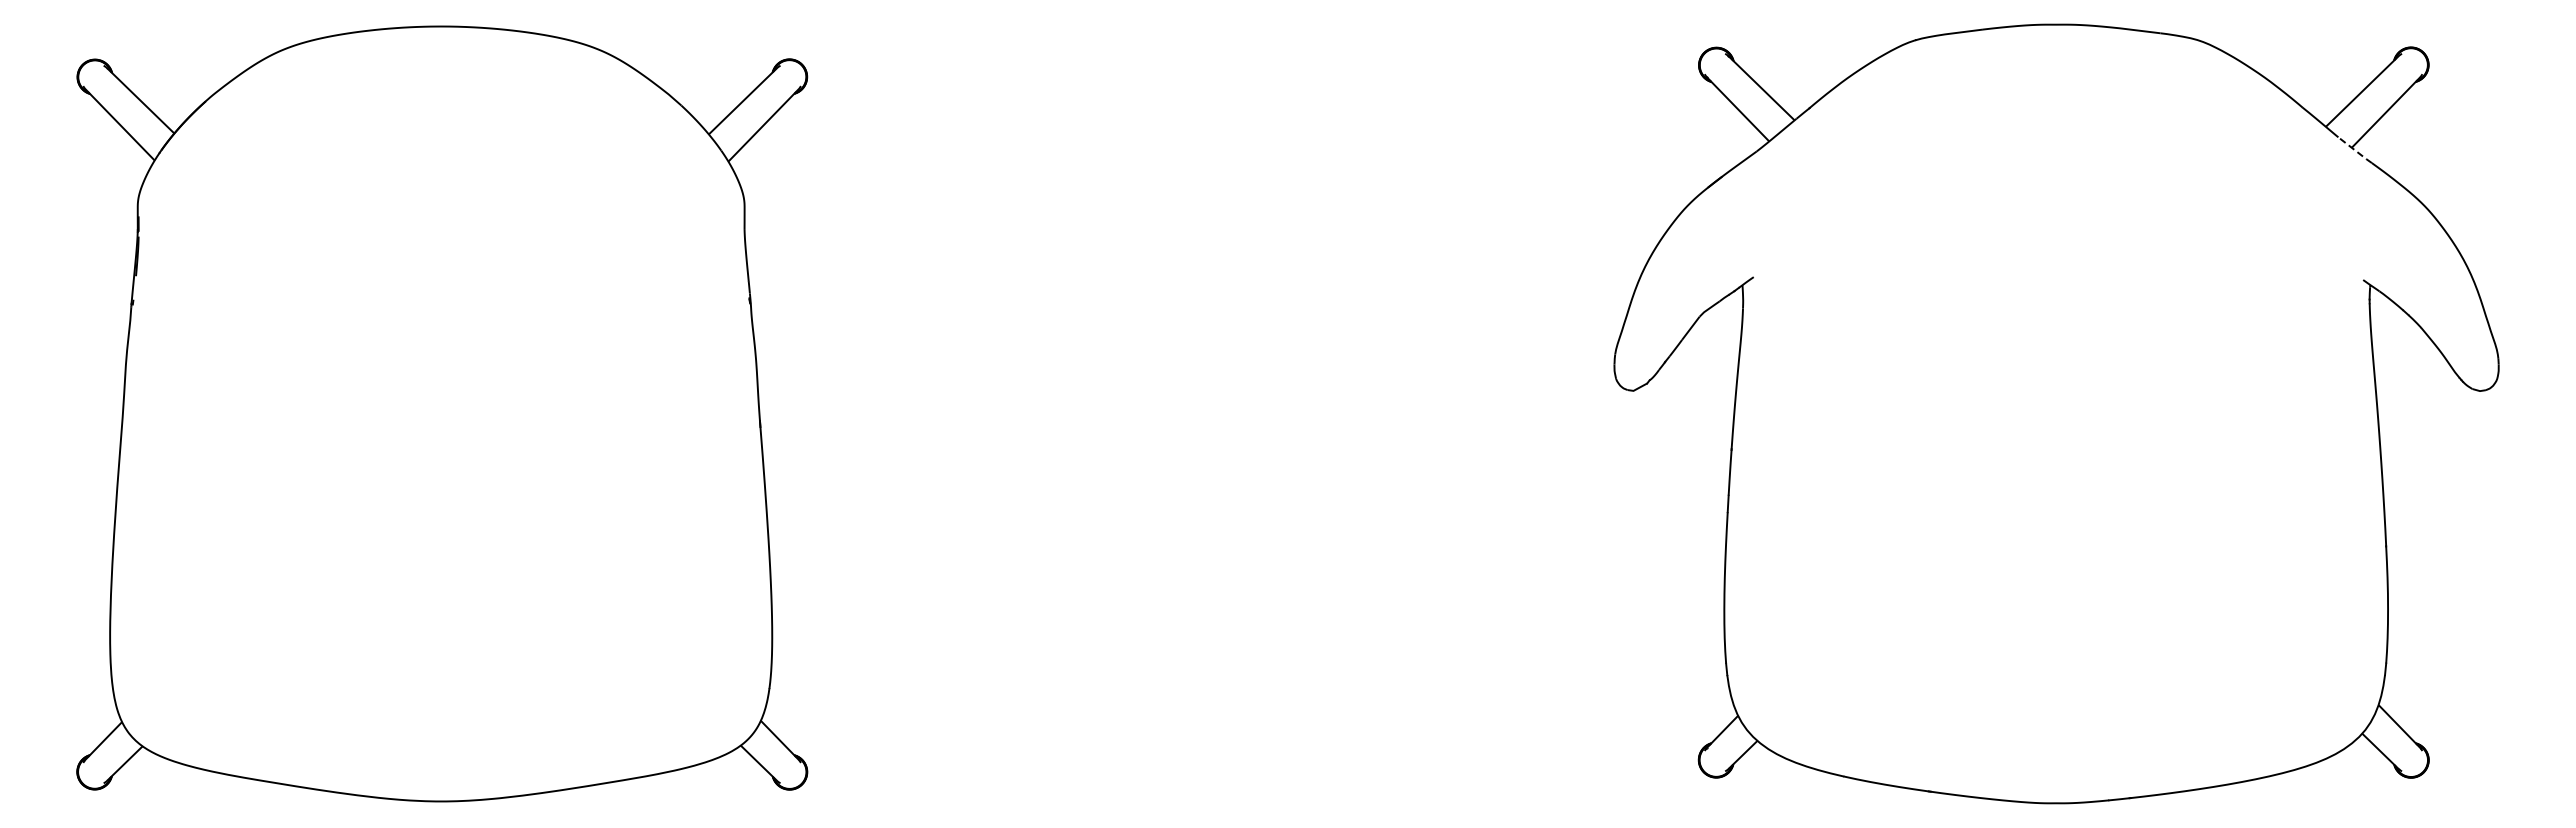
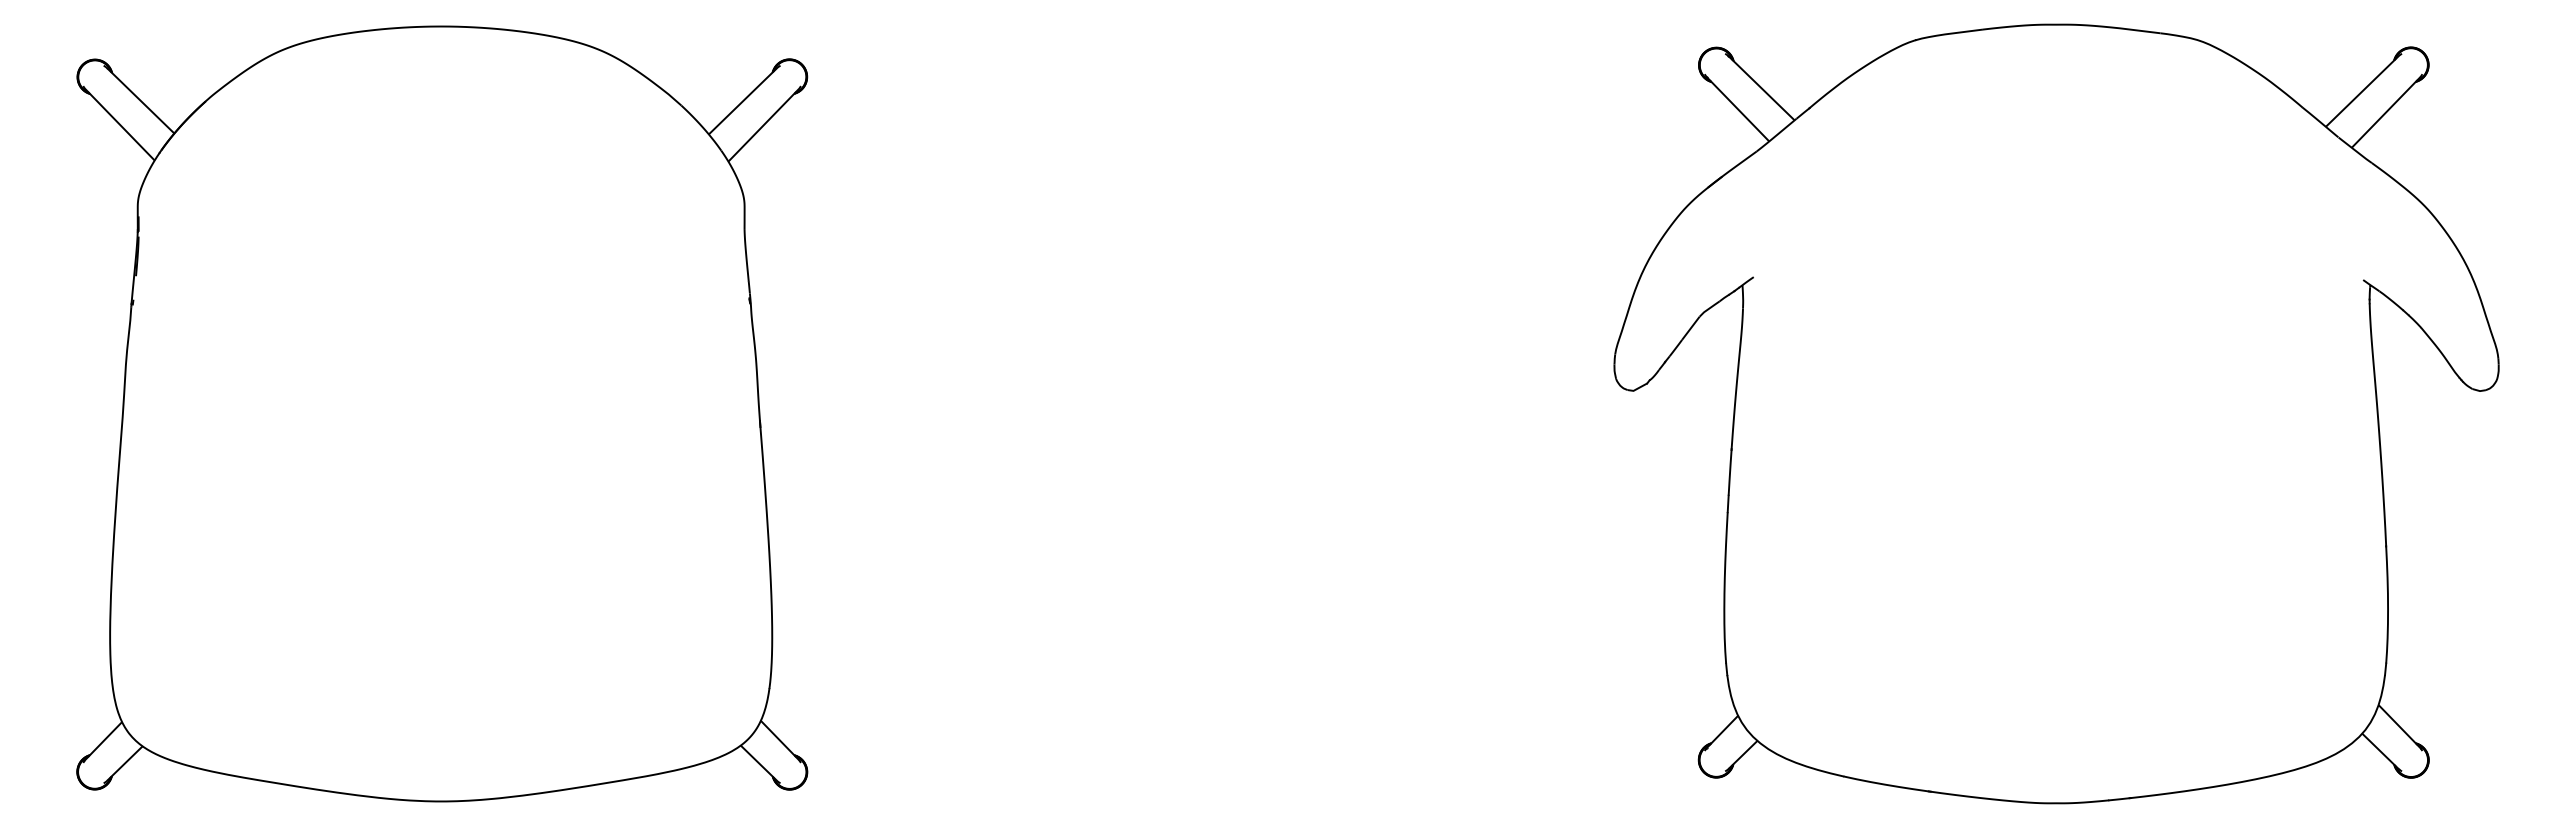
line at (2355, 150): dashed -> solid
